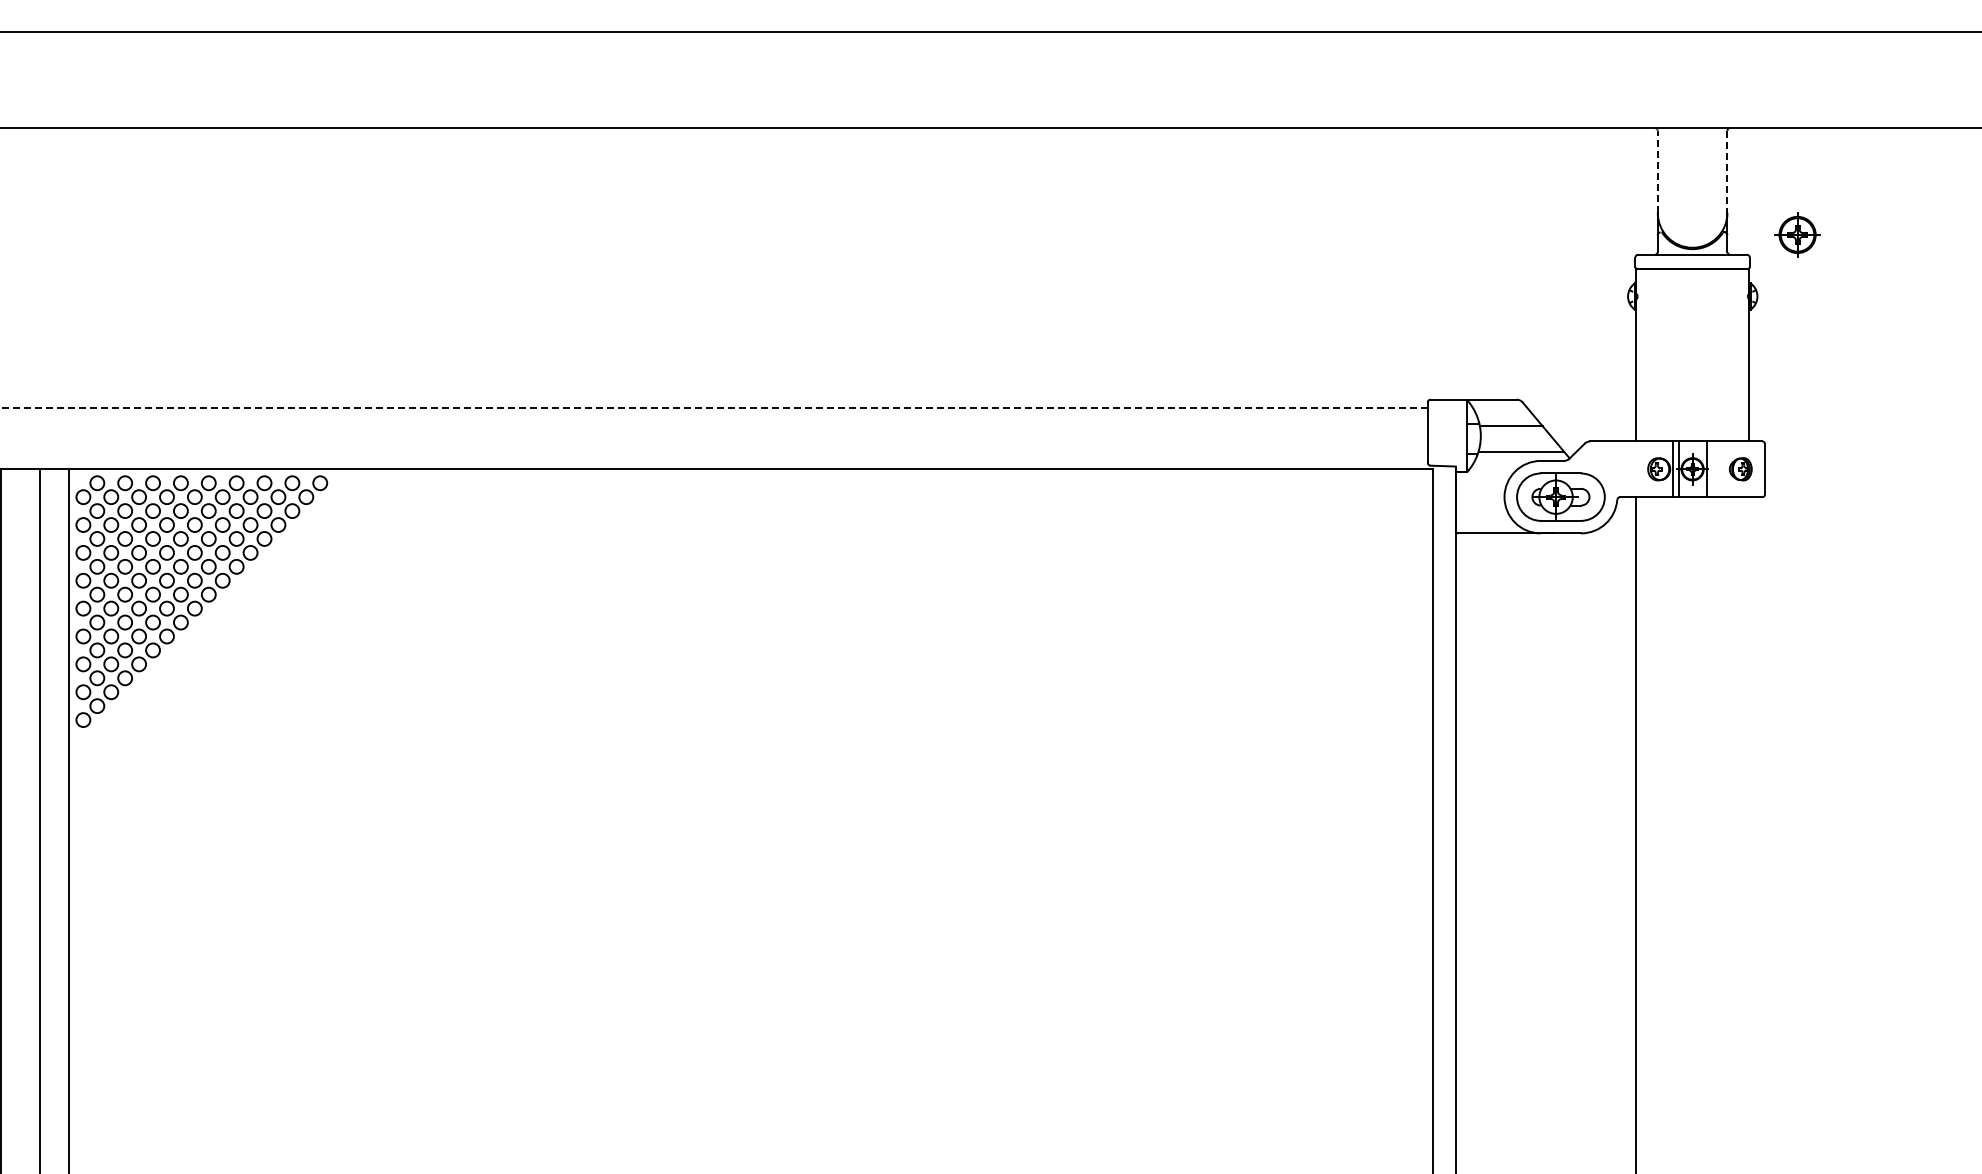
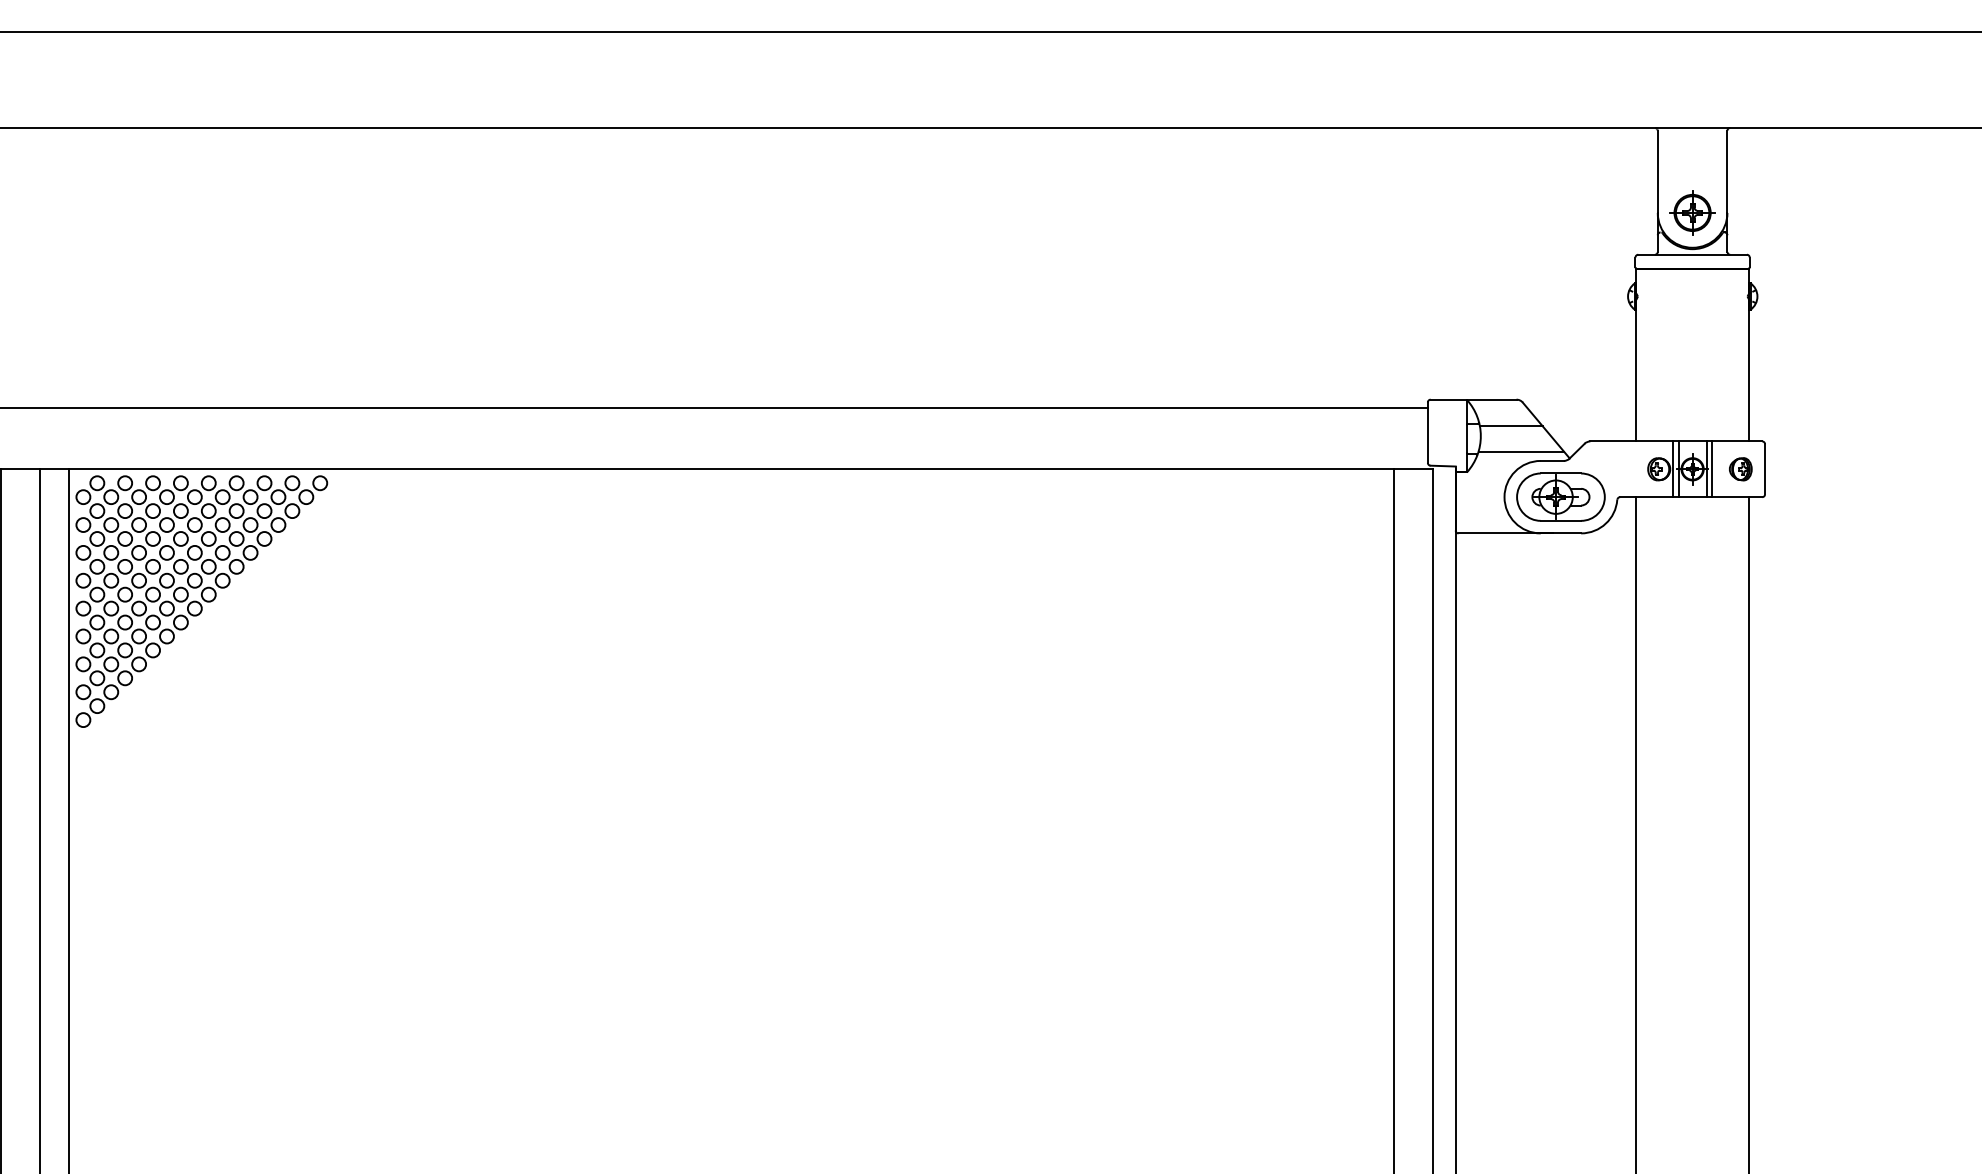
line at (1657, 171): dashed -> solid
line at (1727, 172): dashed -> solid
part at (1797, 234) position: (1797, 234) -> (1692, 212)
line at (714, 408): dashed -> solid
line at (1712, 469): none -> present
line at (1394, 819): none -> present
line at (1749, 833): none -> present
